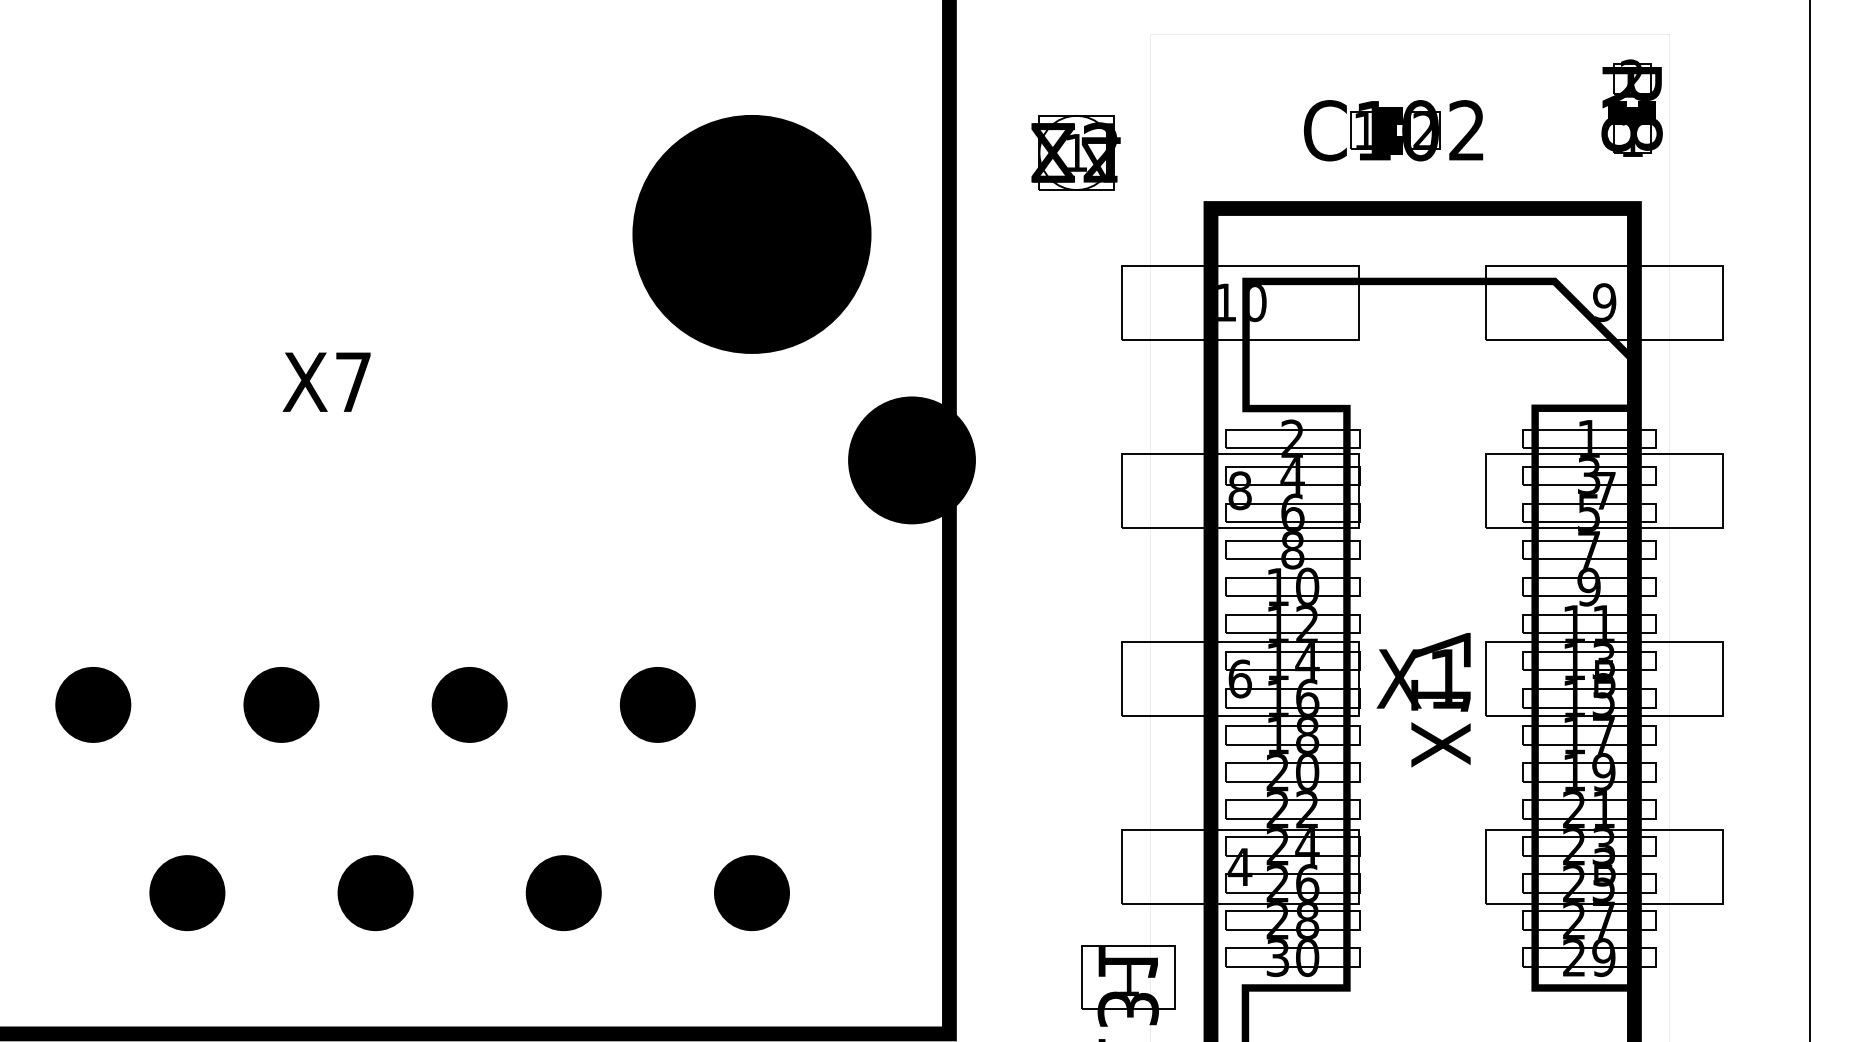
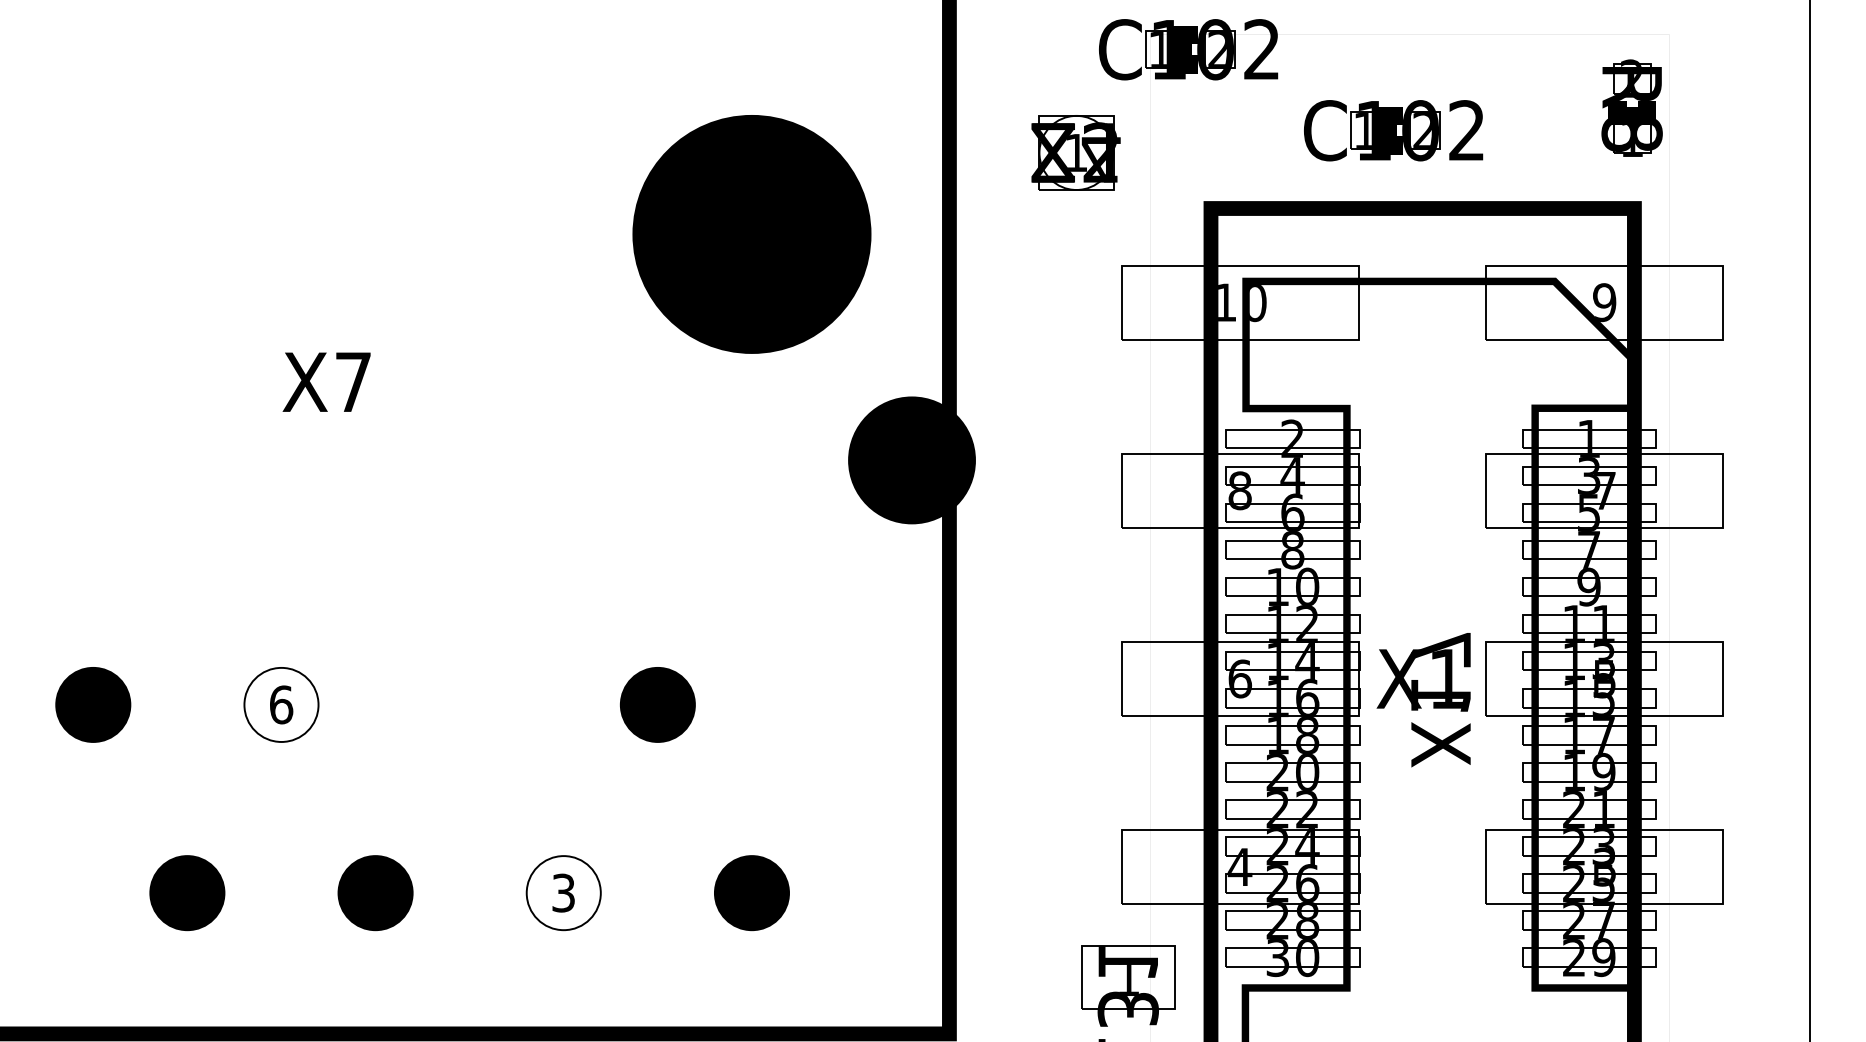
part at (1188, 49): none -> present
fill at (281, 704): present -> none
part at (469, 704): present -> none
fill at (563, 893): present -> none
